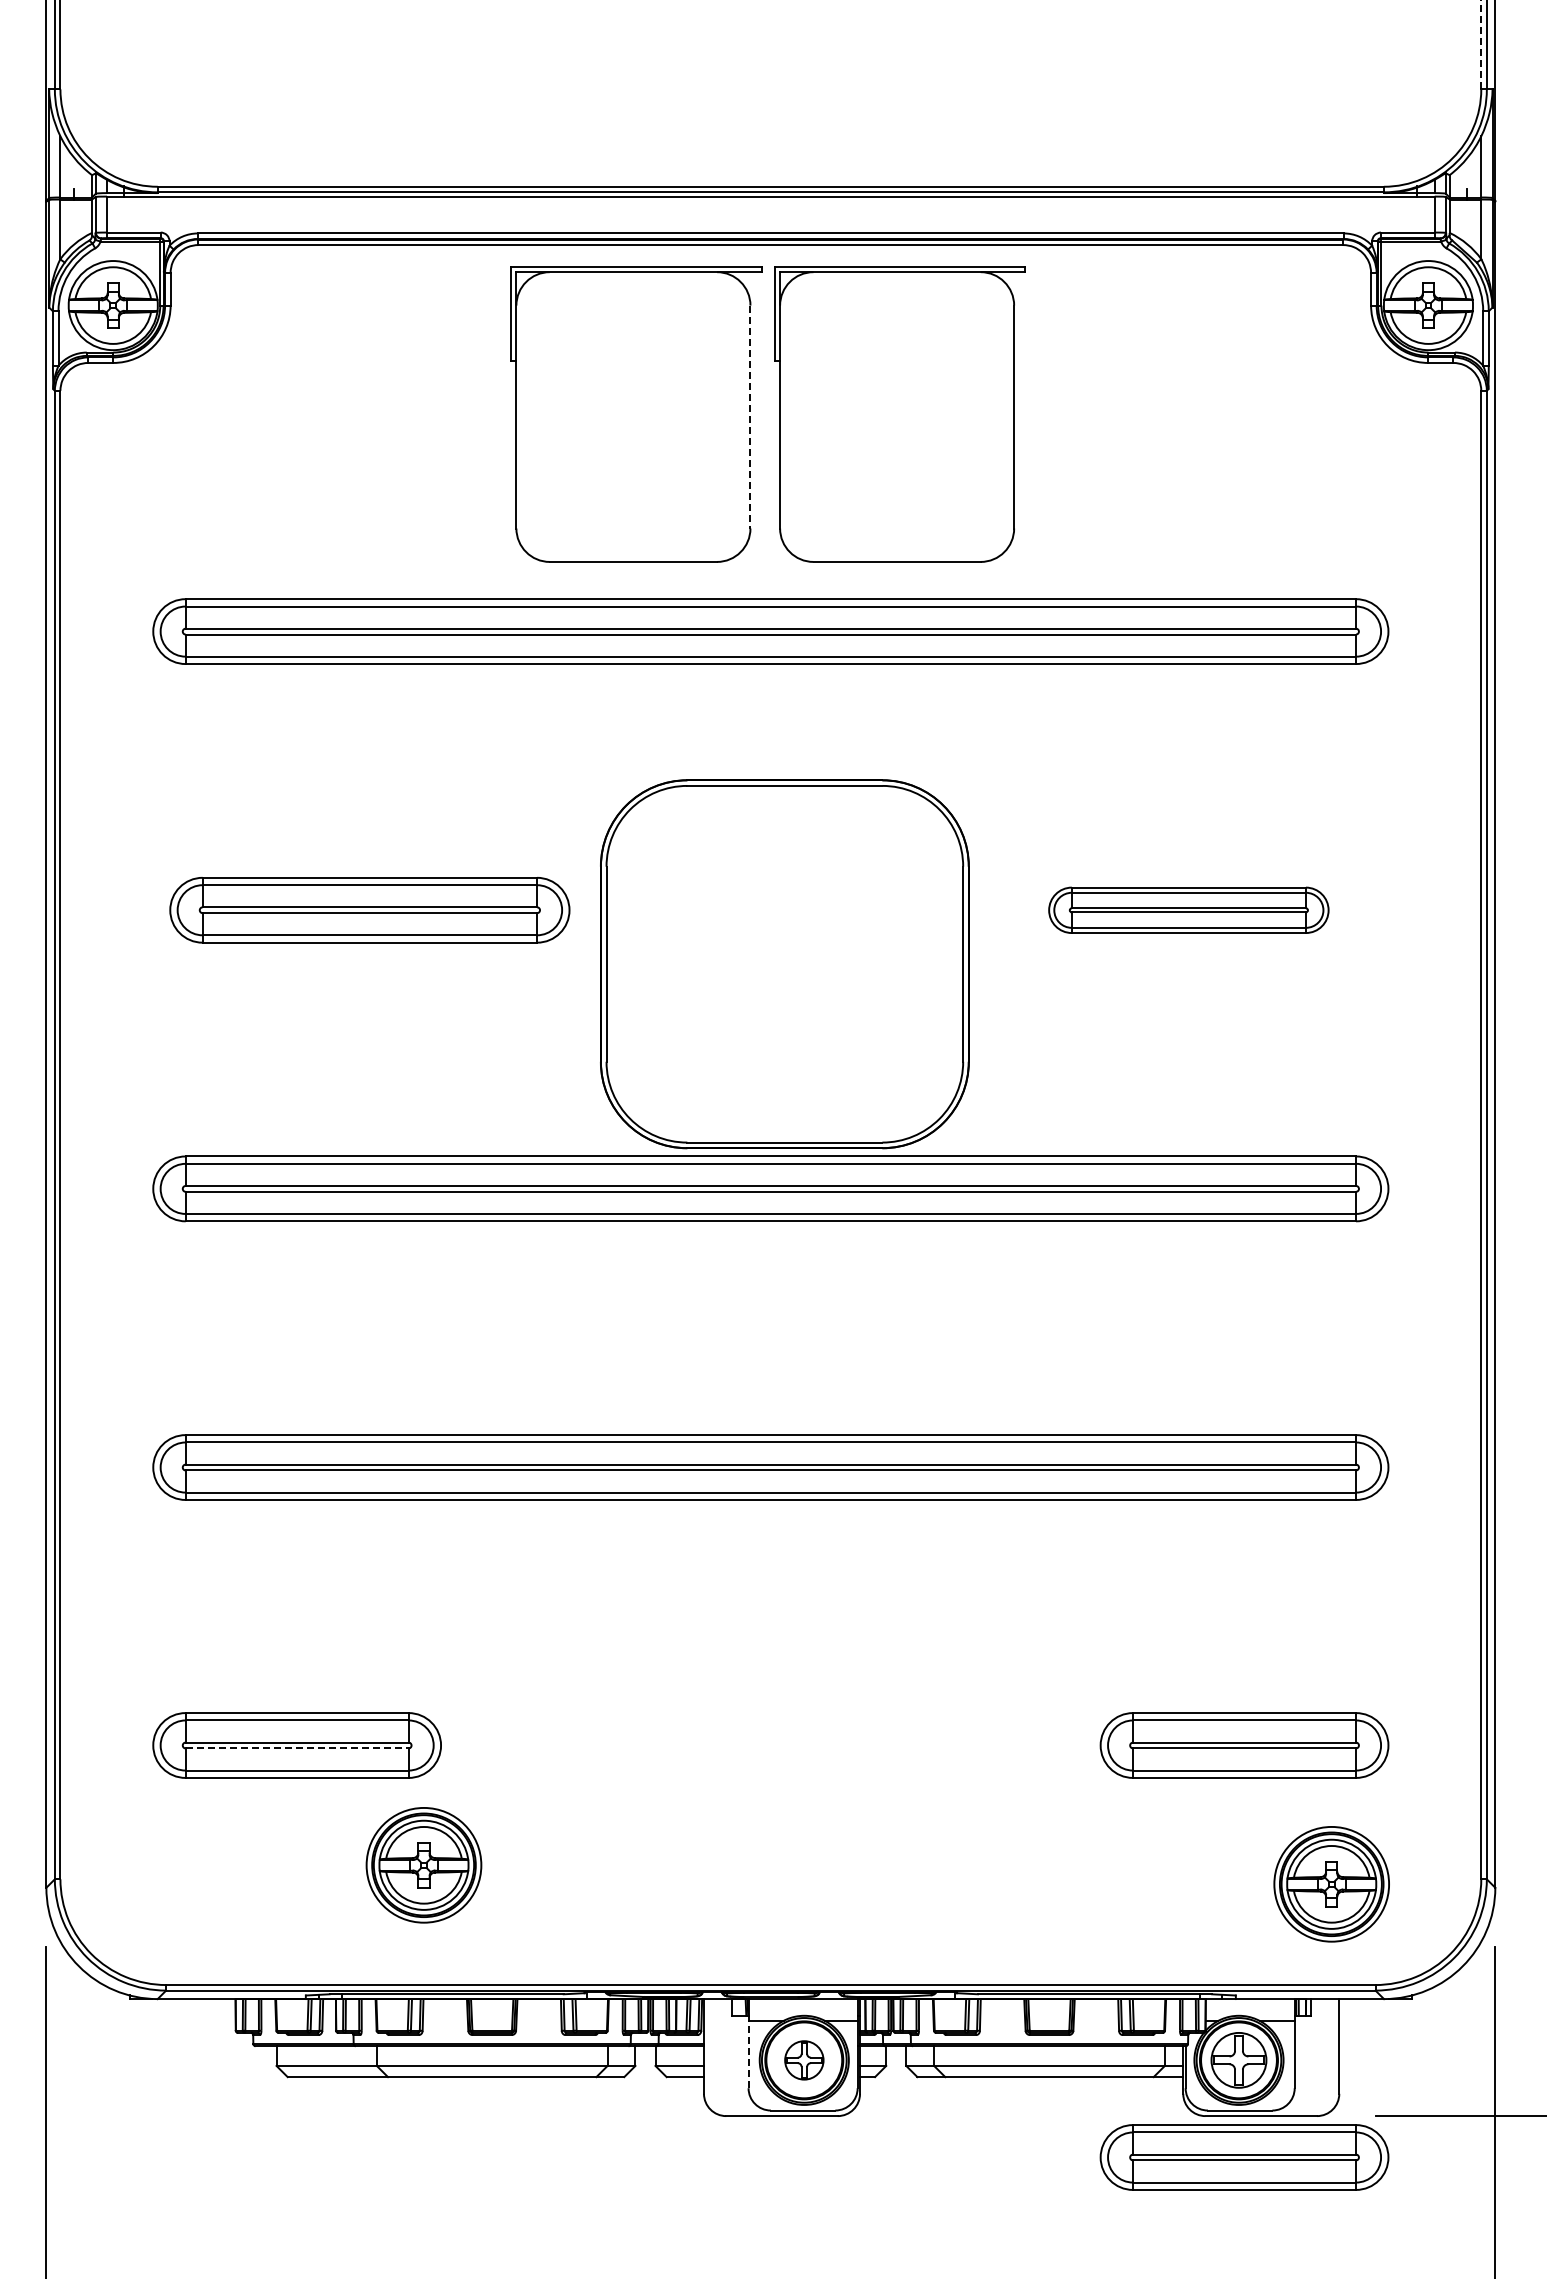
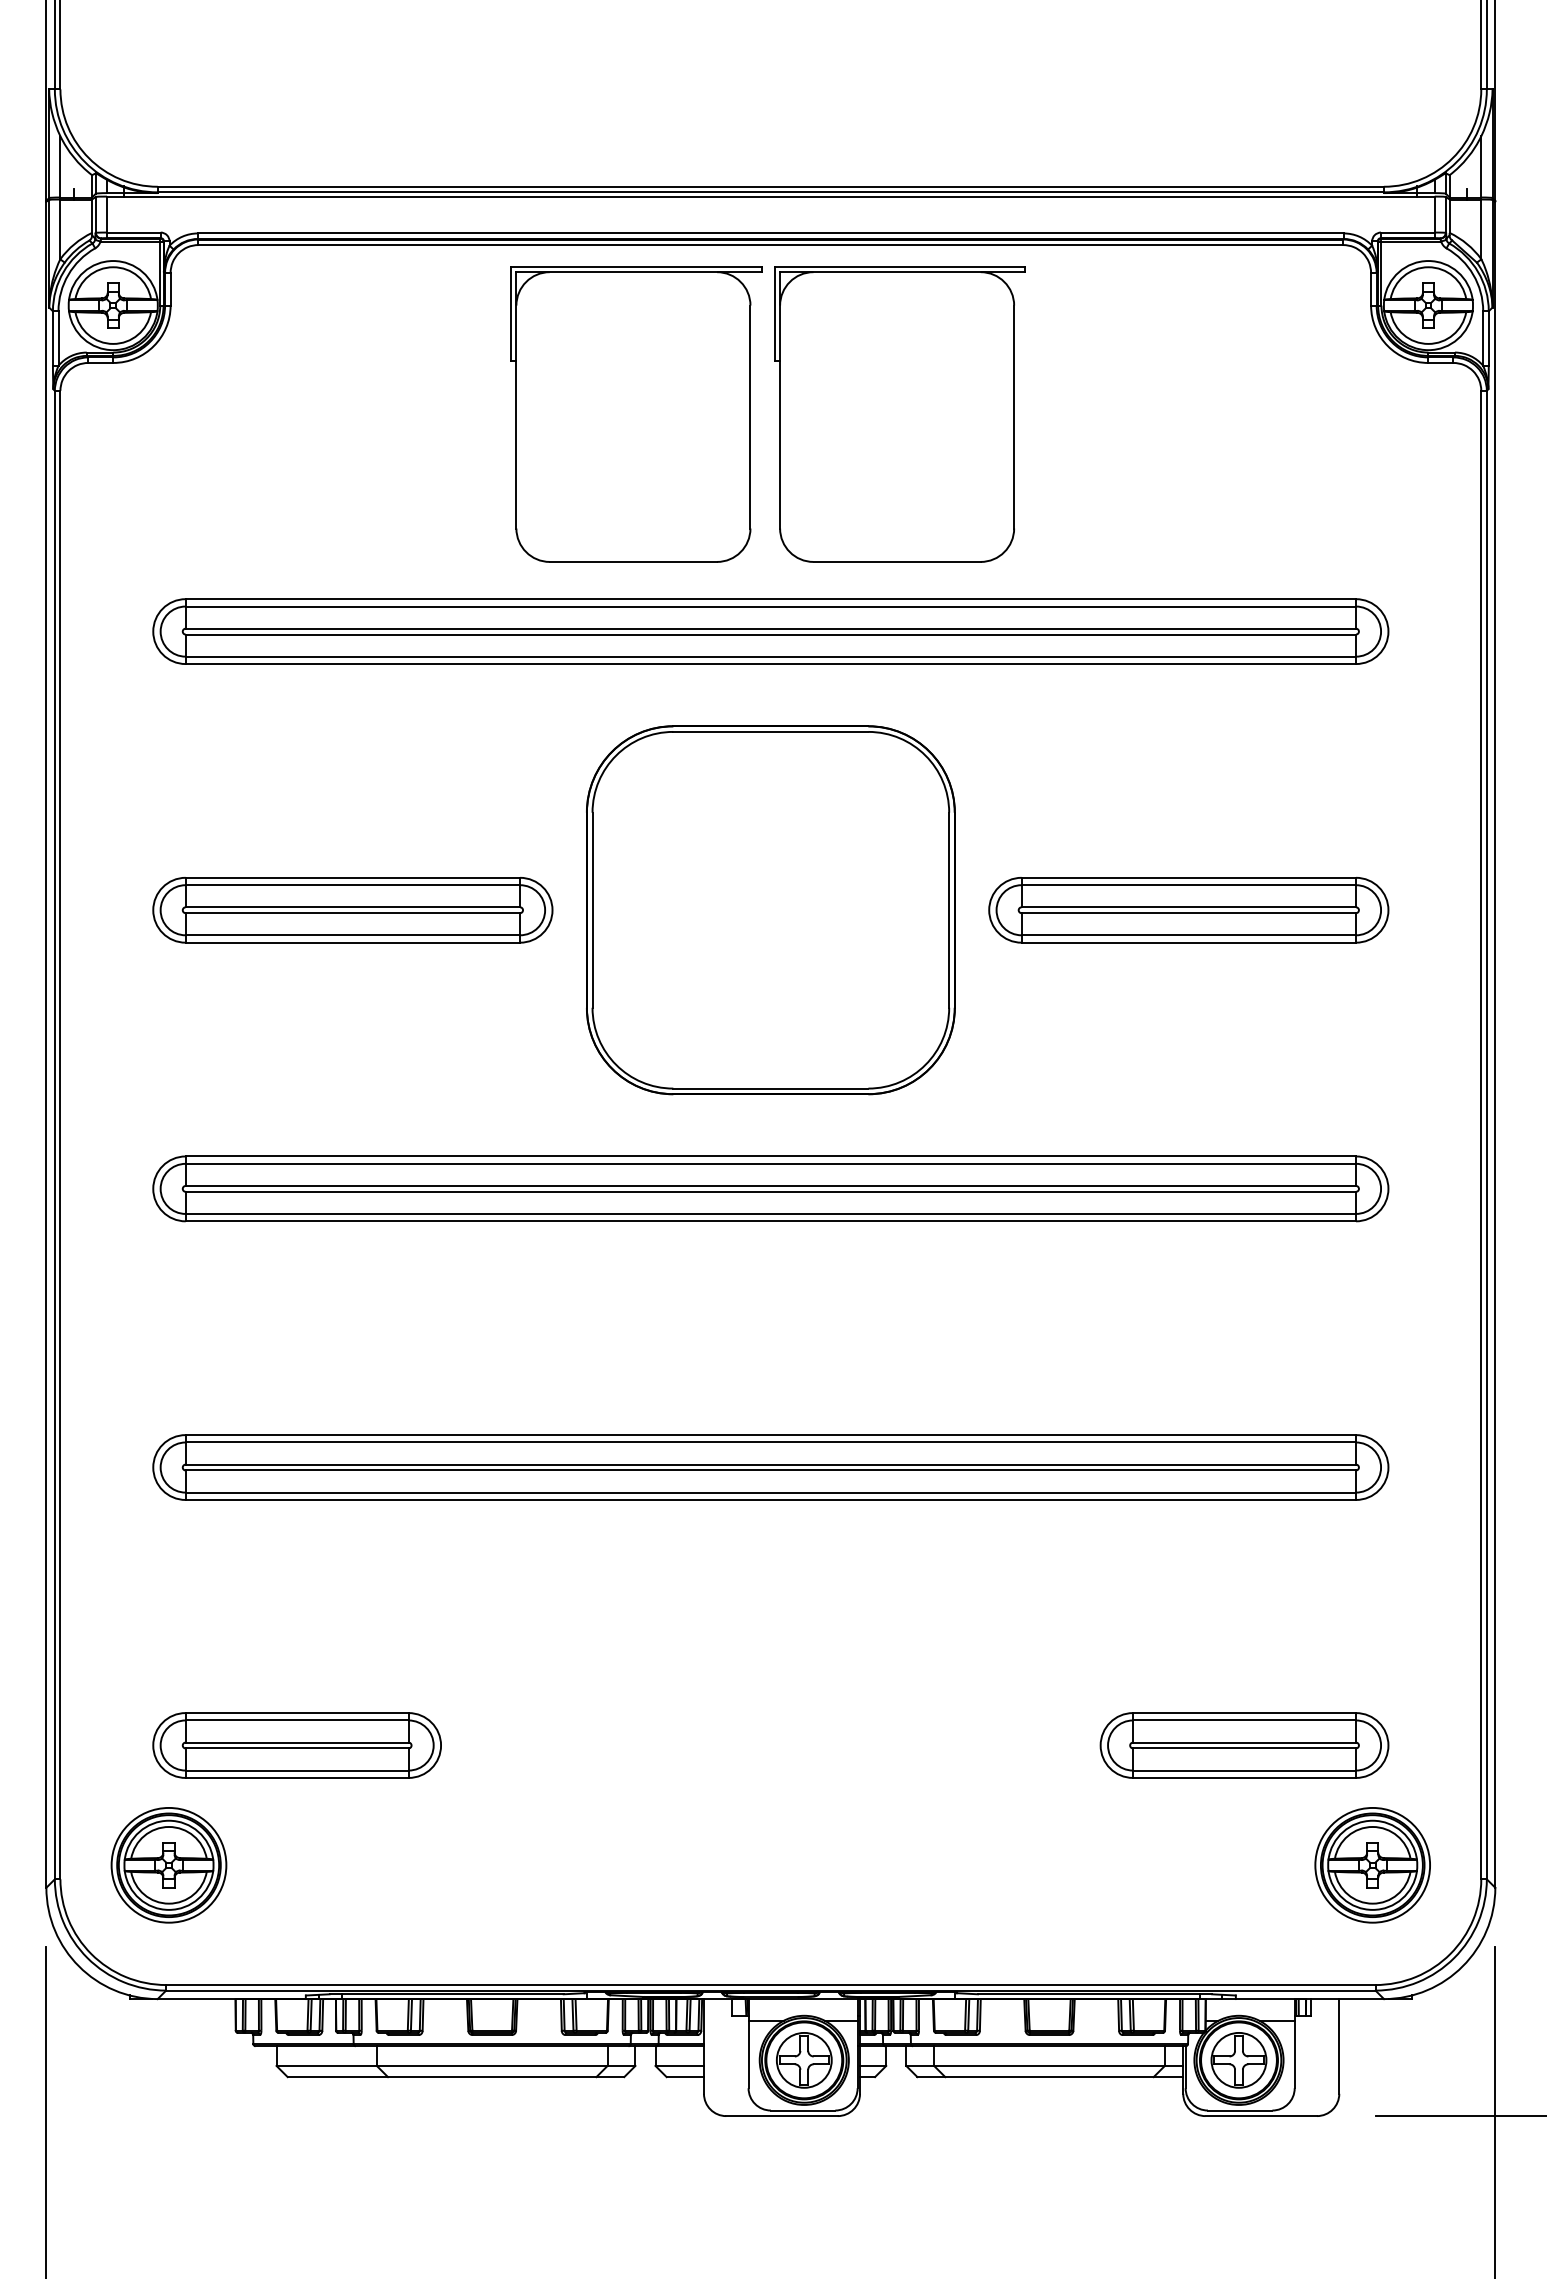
line at (1481, 44): dashed -> solid
line at (750, 417): dashed -> solid
part at (1188, 909) size: 282x48 px -> 402x67 px
part at (369, 910) position: (369, 910) -> (352, 910)
part at (784, 964) position: (784, 964) -> (770, 910)
line at (297, 1748): dashed -> solid
part at (423, 1865) position: (423, 1865) -> (168, 1865)
part at (1331, 1884) position: (1331, 1884) -> (1372, 1865)
line at (748, 2054): dashed -> solid
part at (804, 2060) size: 41x41 px -> 57x57 px
part at (1244, 2157): present -> none
